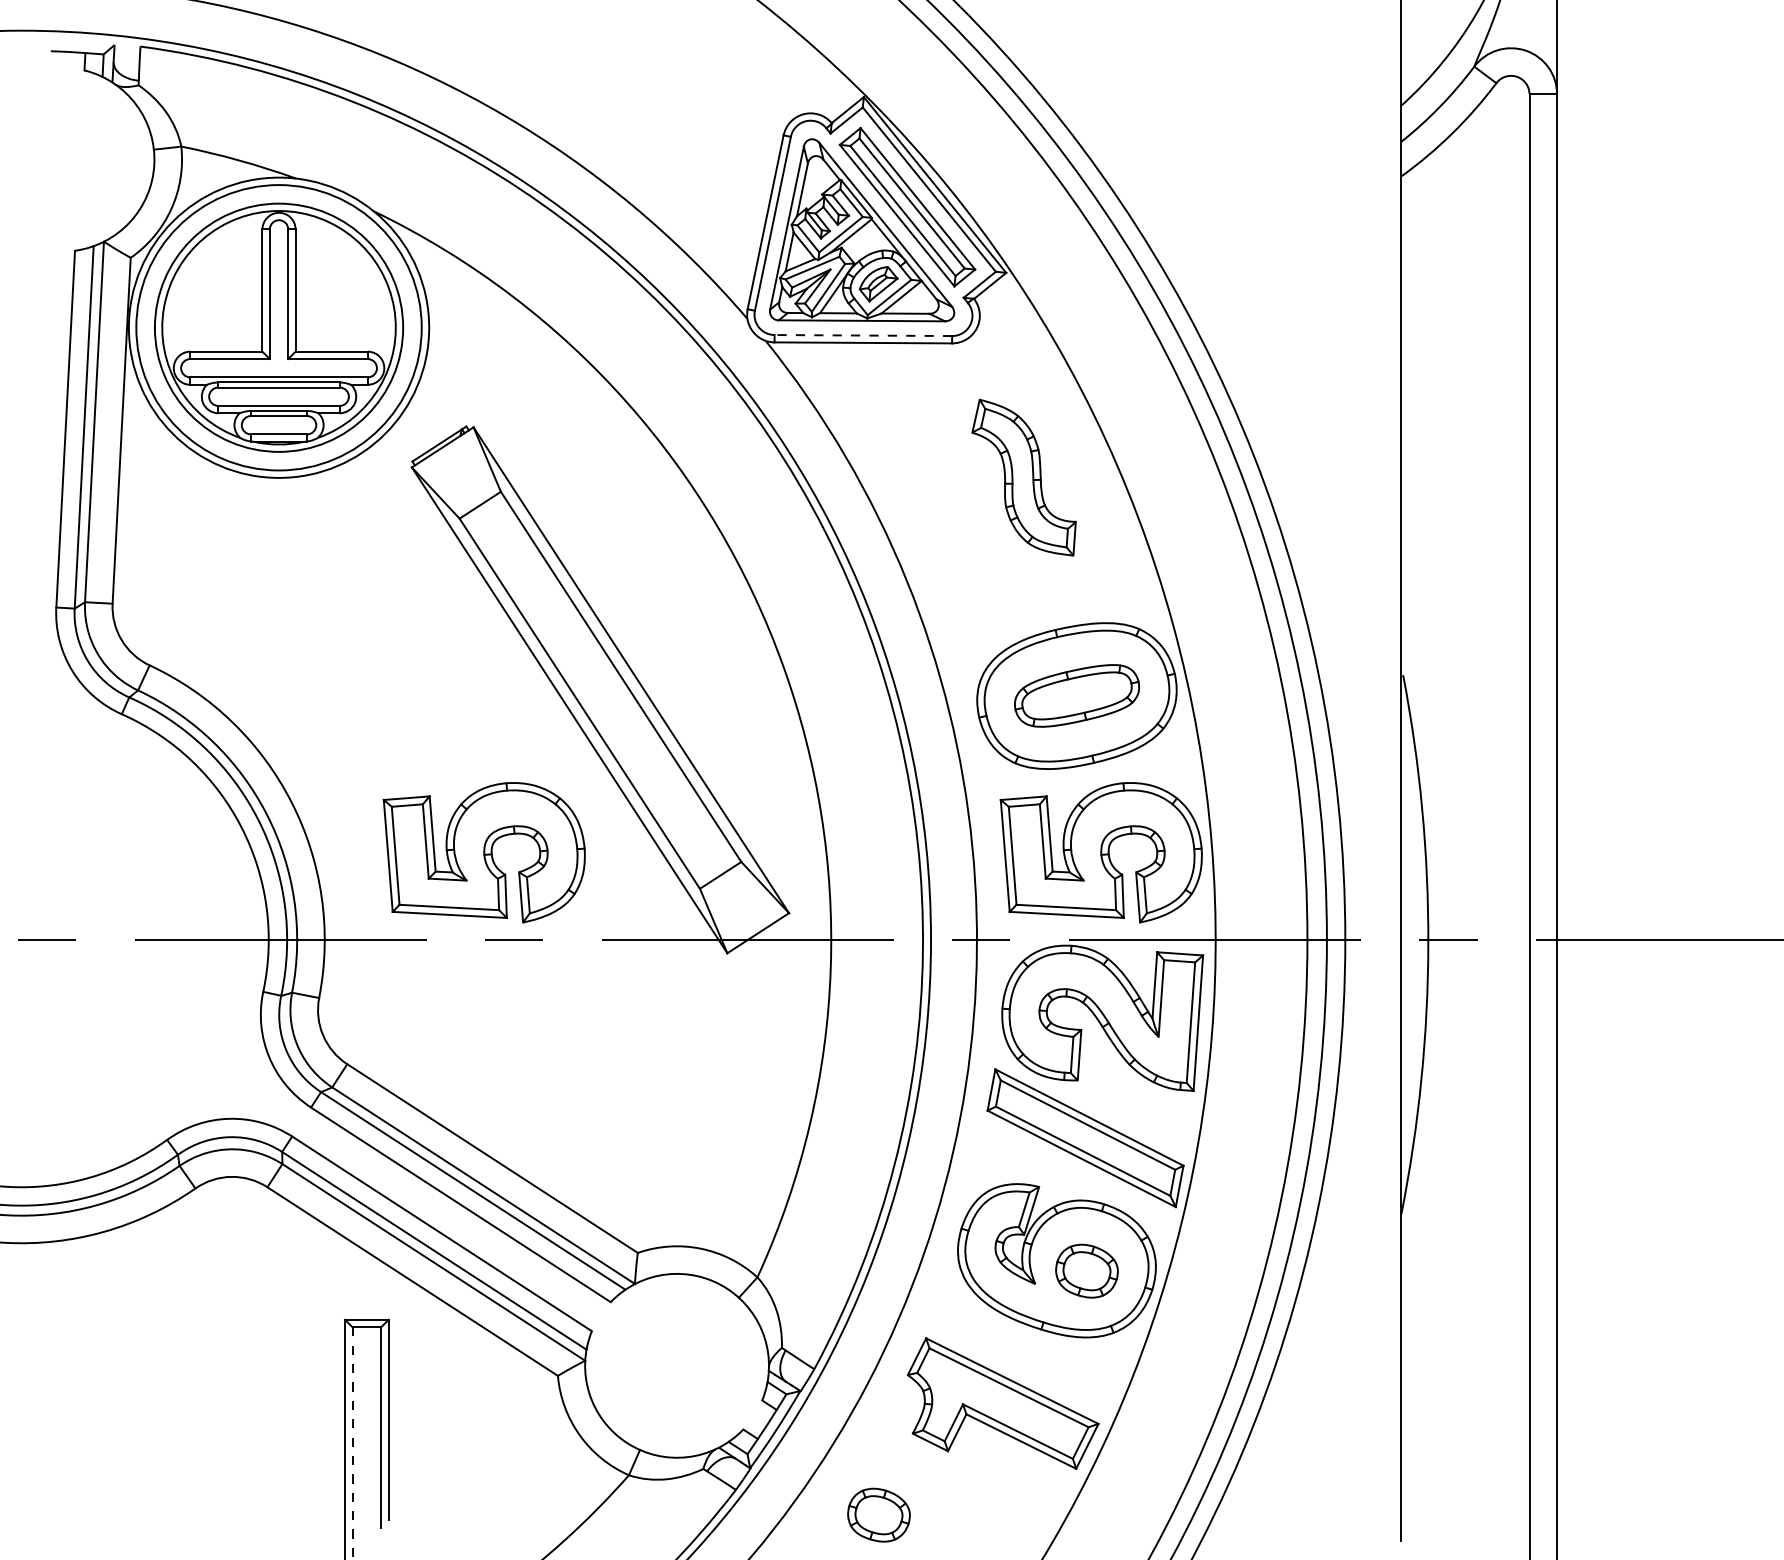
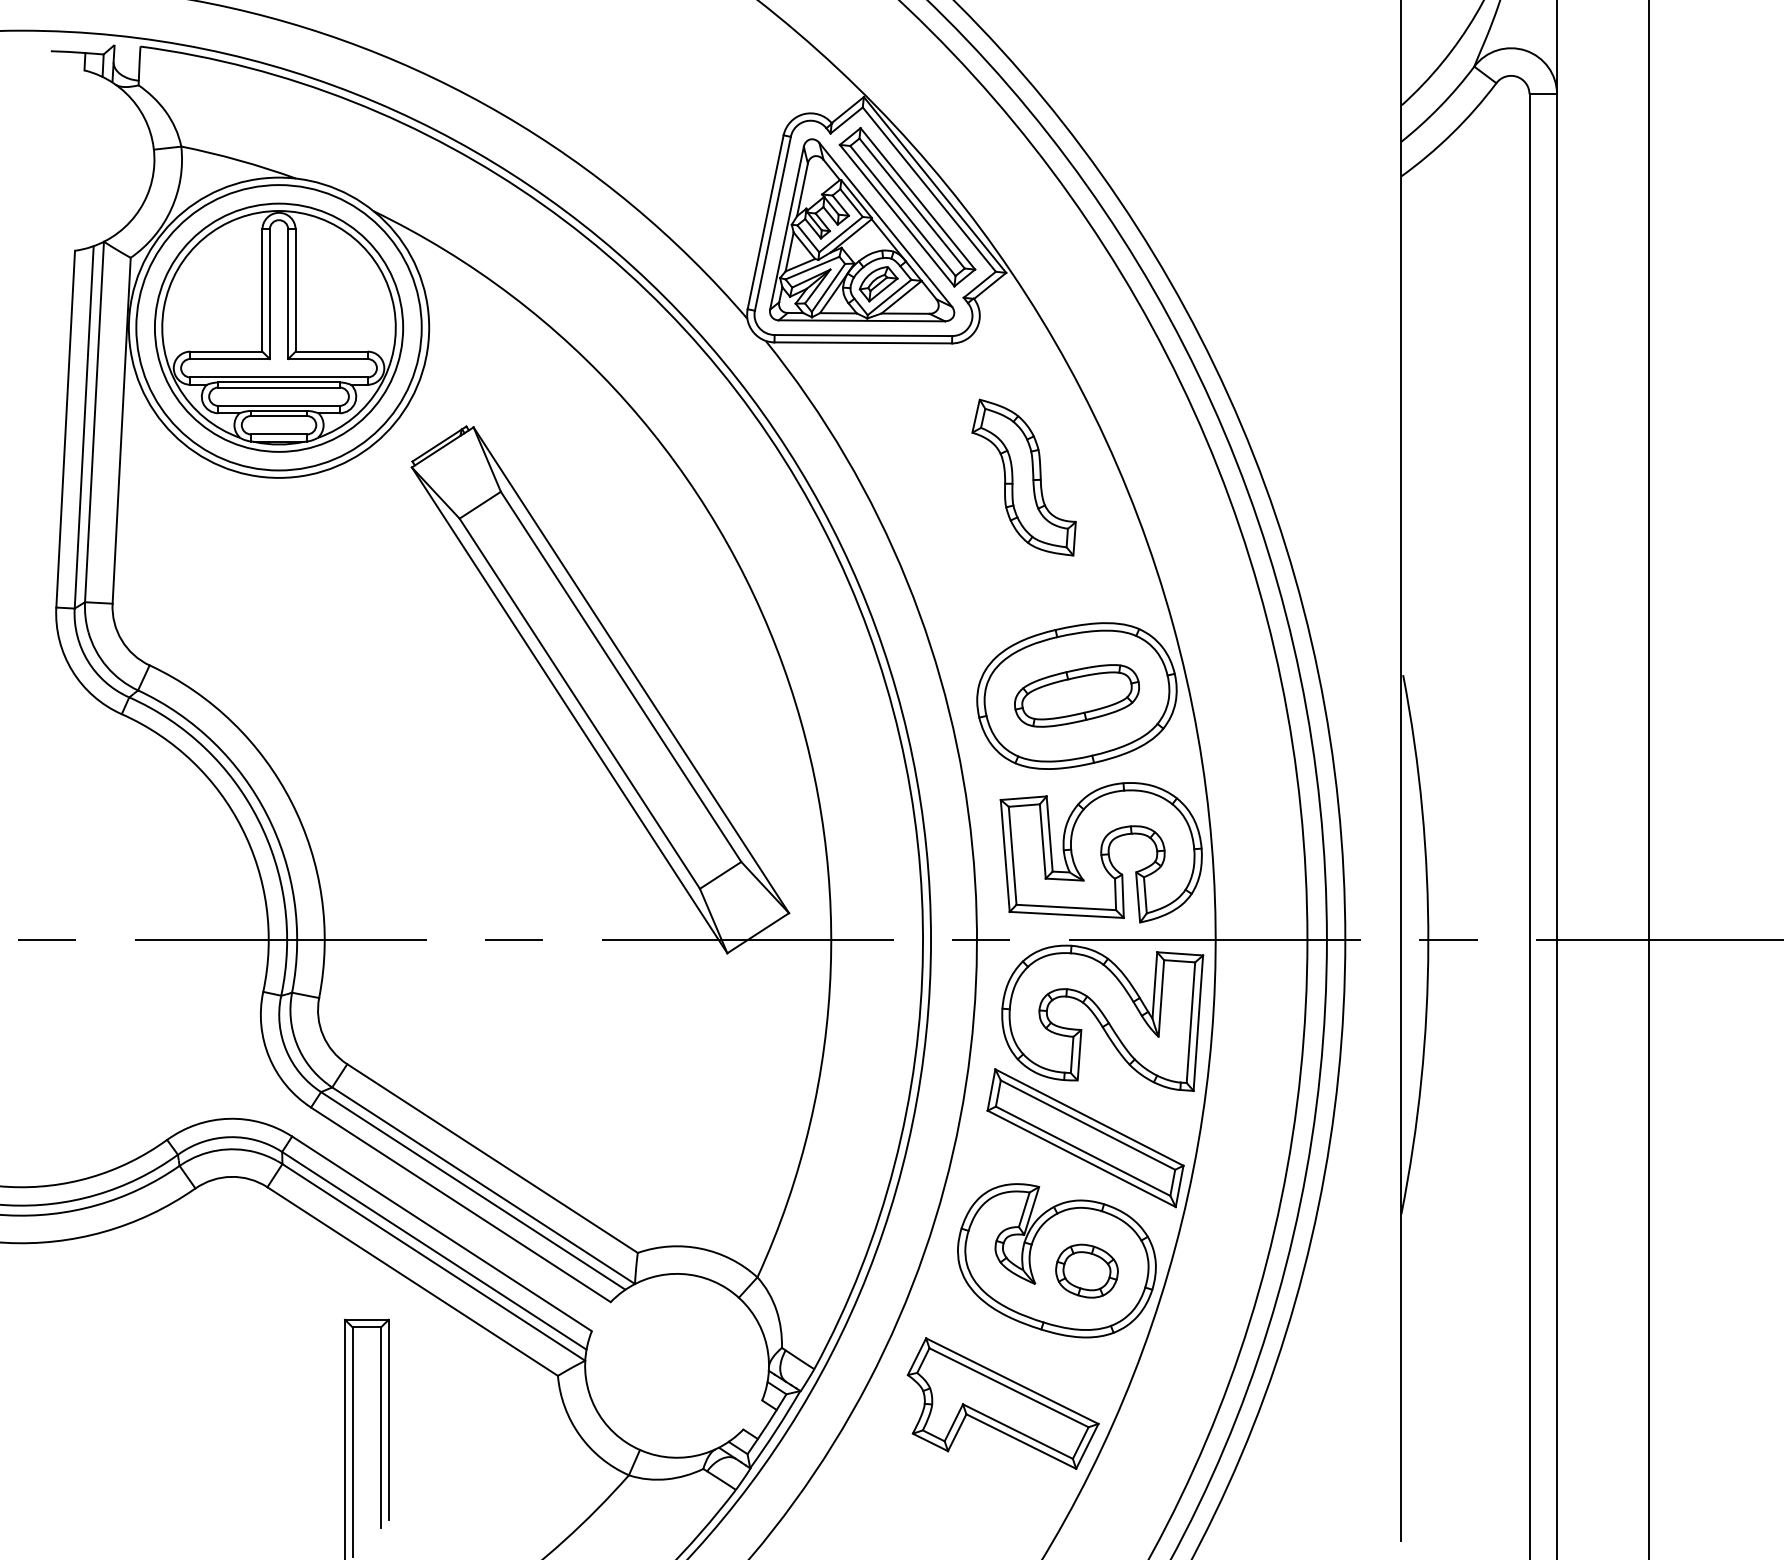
line at (863, 335): dashed -> solid
line at (1649, 779): none -> present
part at (483, 852): present -> none
line at (352, 1442): dashed -> solid
part at (878, 1514): present -> none
